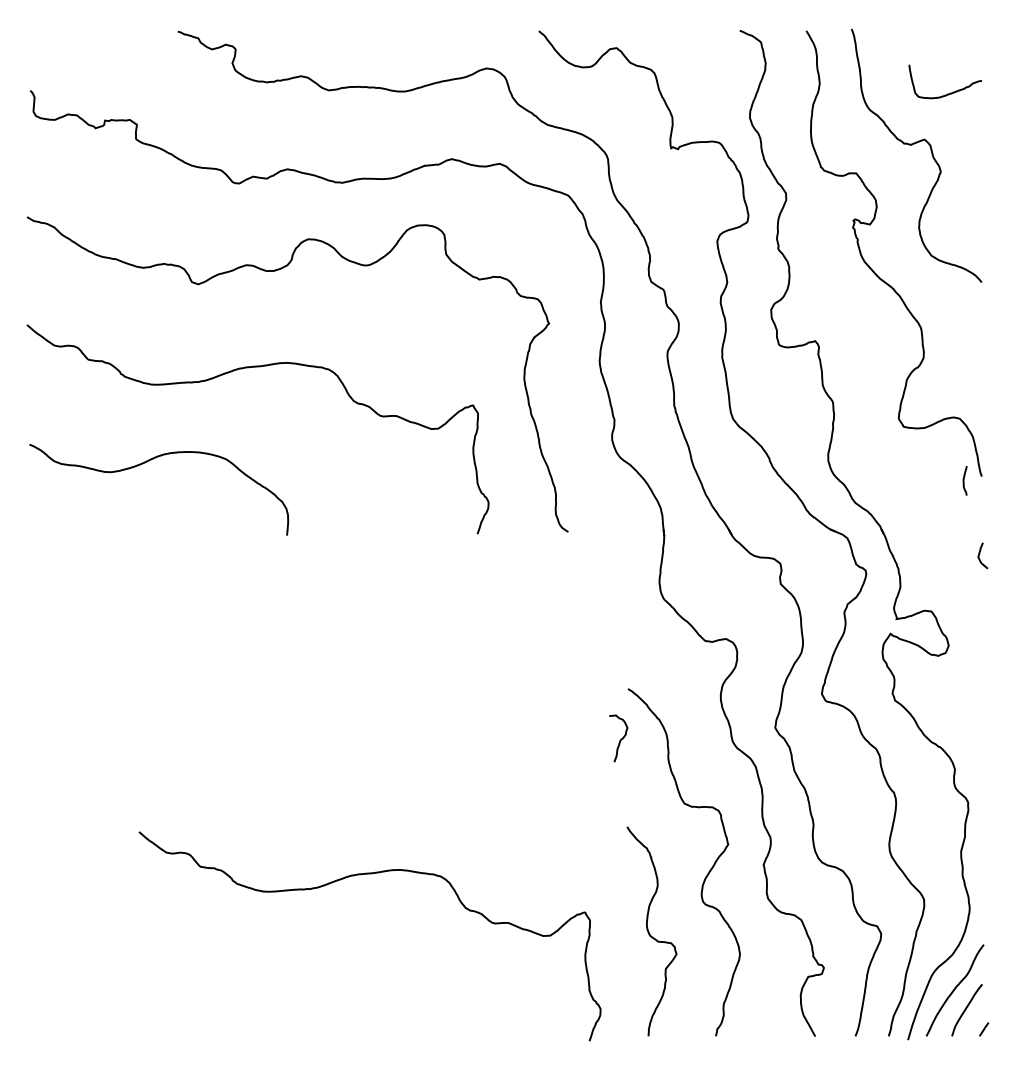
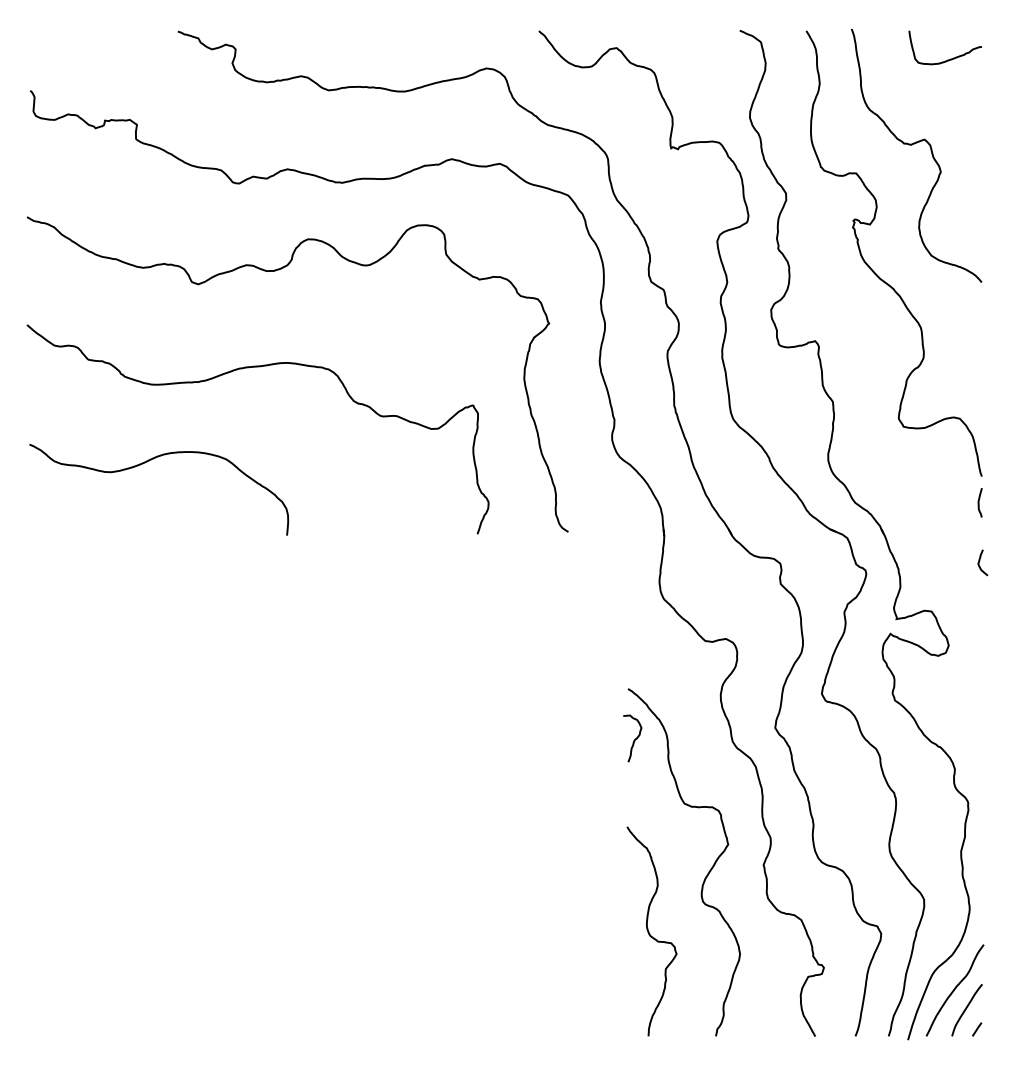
curve at (947, 93) position: (947, 93) -> (947, 59)
curve at (964, 480) position: (964, 480) -> (979, 502)
curve at (980, 553) position: (980, 553) -> (980, 560)
curve at (620, 739) position: (620, 739) -> (634, 739)
curve at (360, 875): present -> none
line at (984, 1029) position: (984, 1029) -> (977, 1029)
